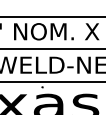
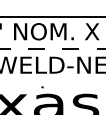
line at (53, 49): solid -> dashed
line at (52, 81): present -> none
